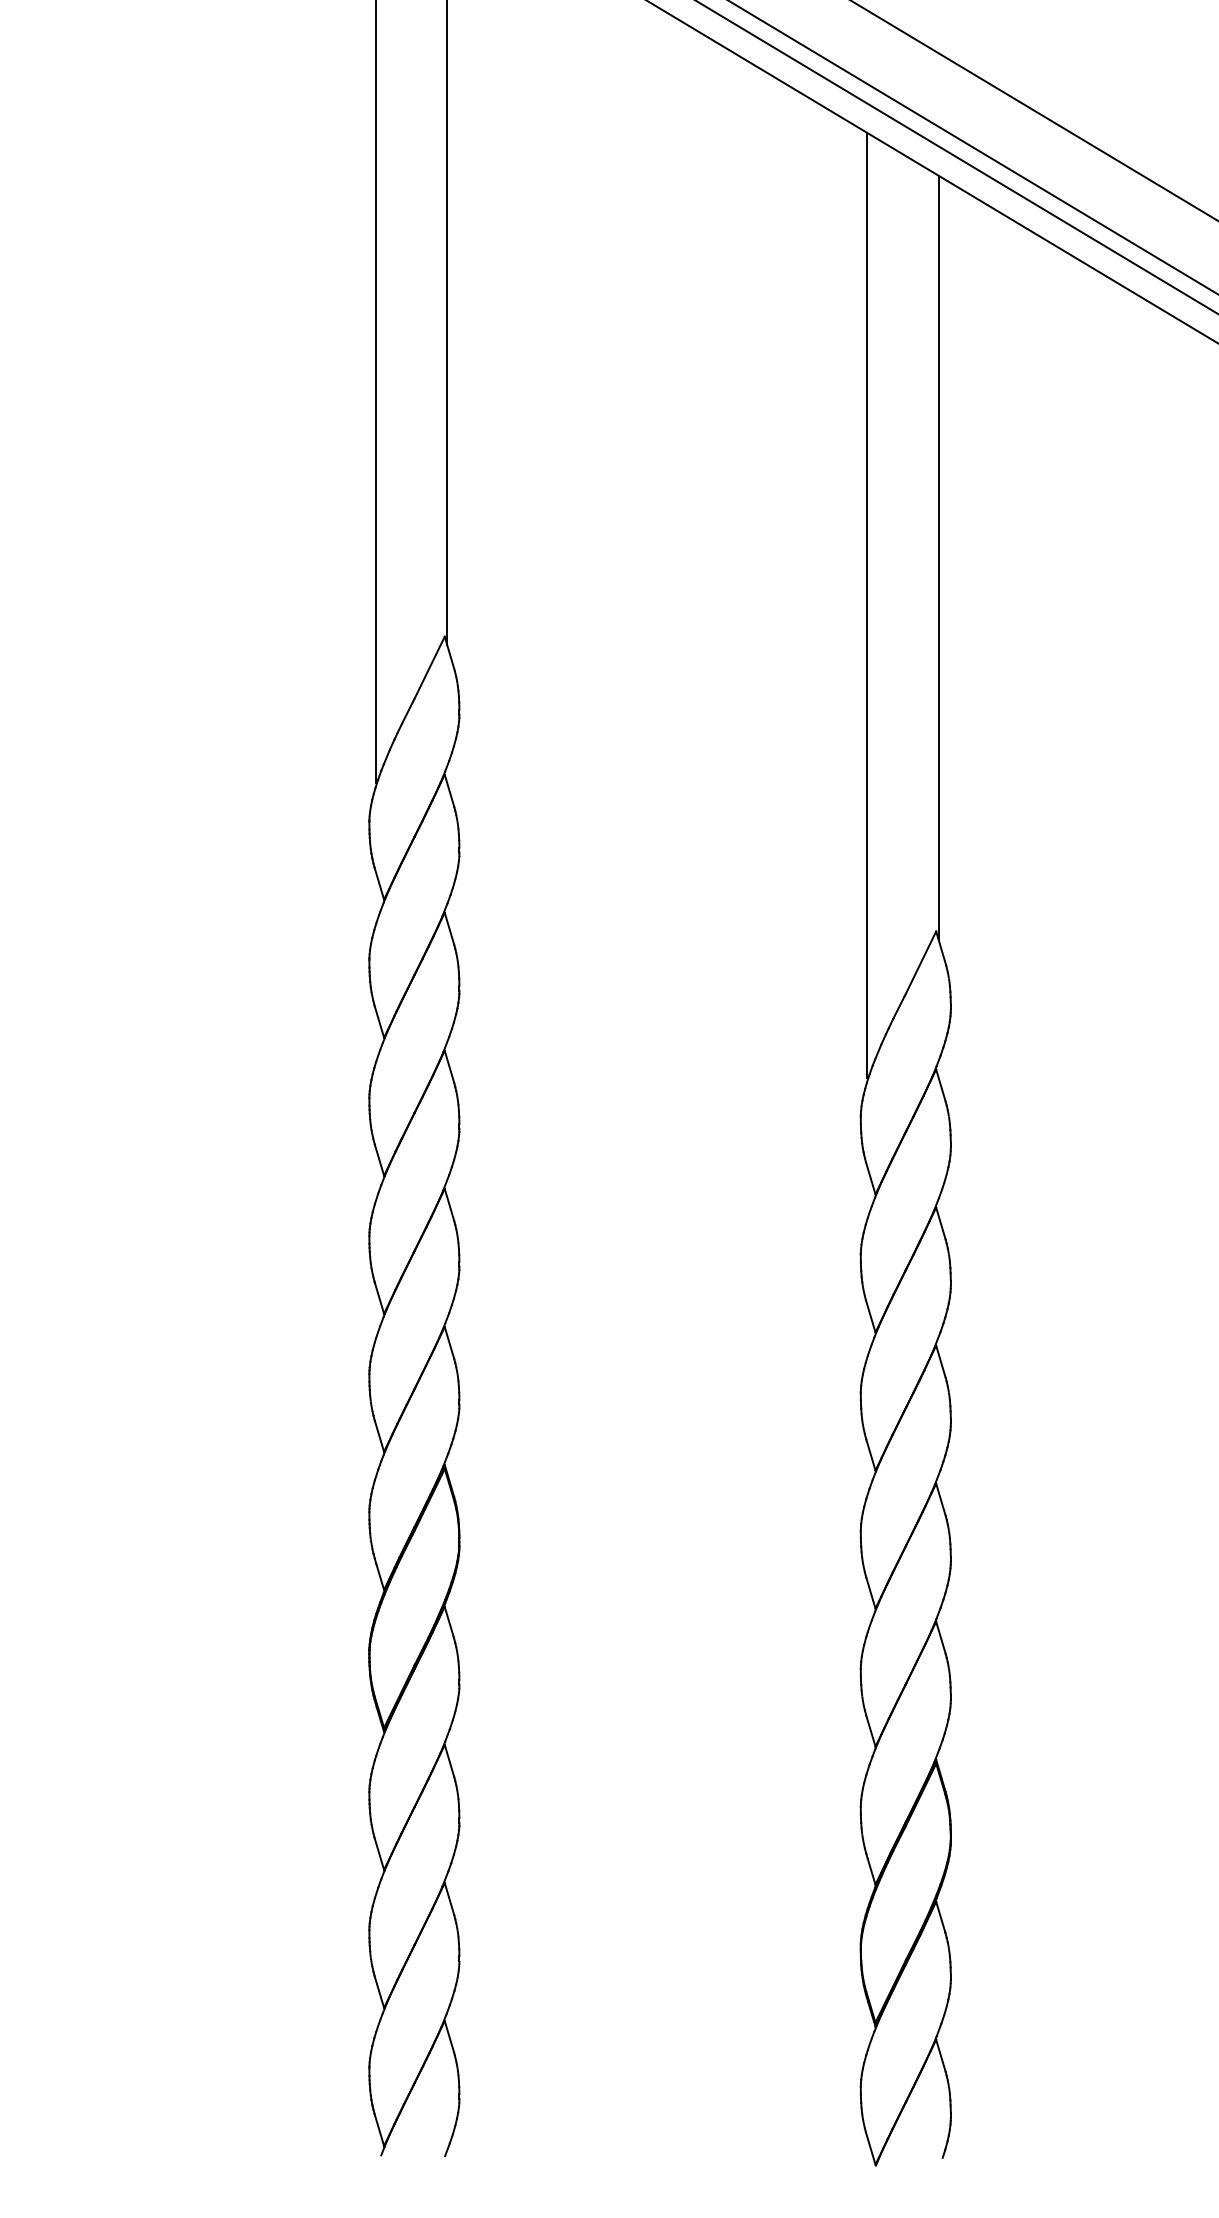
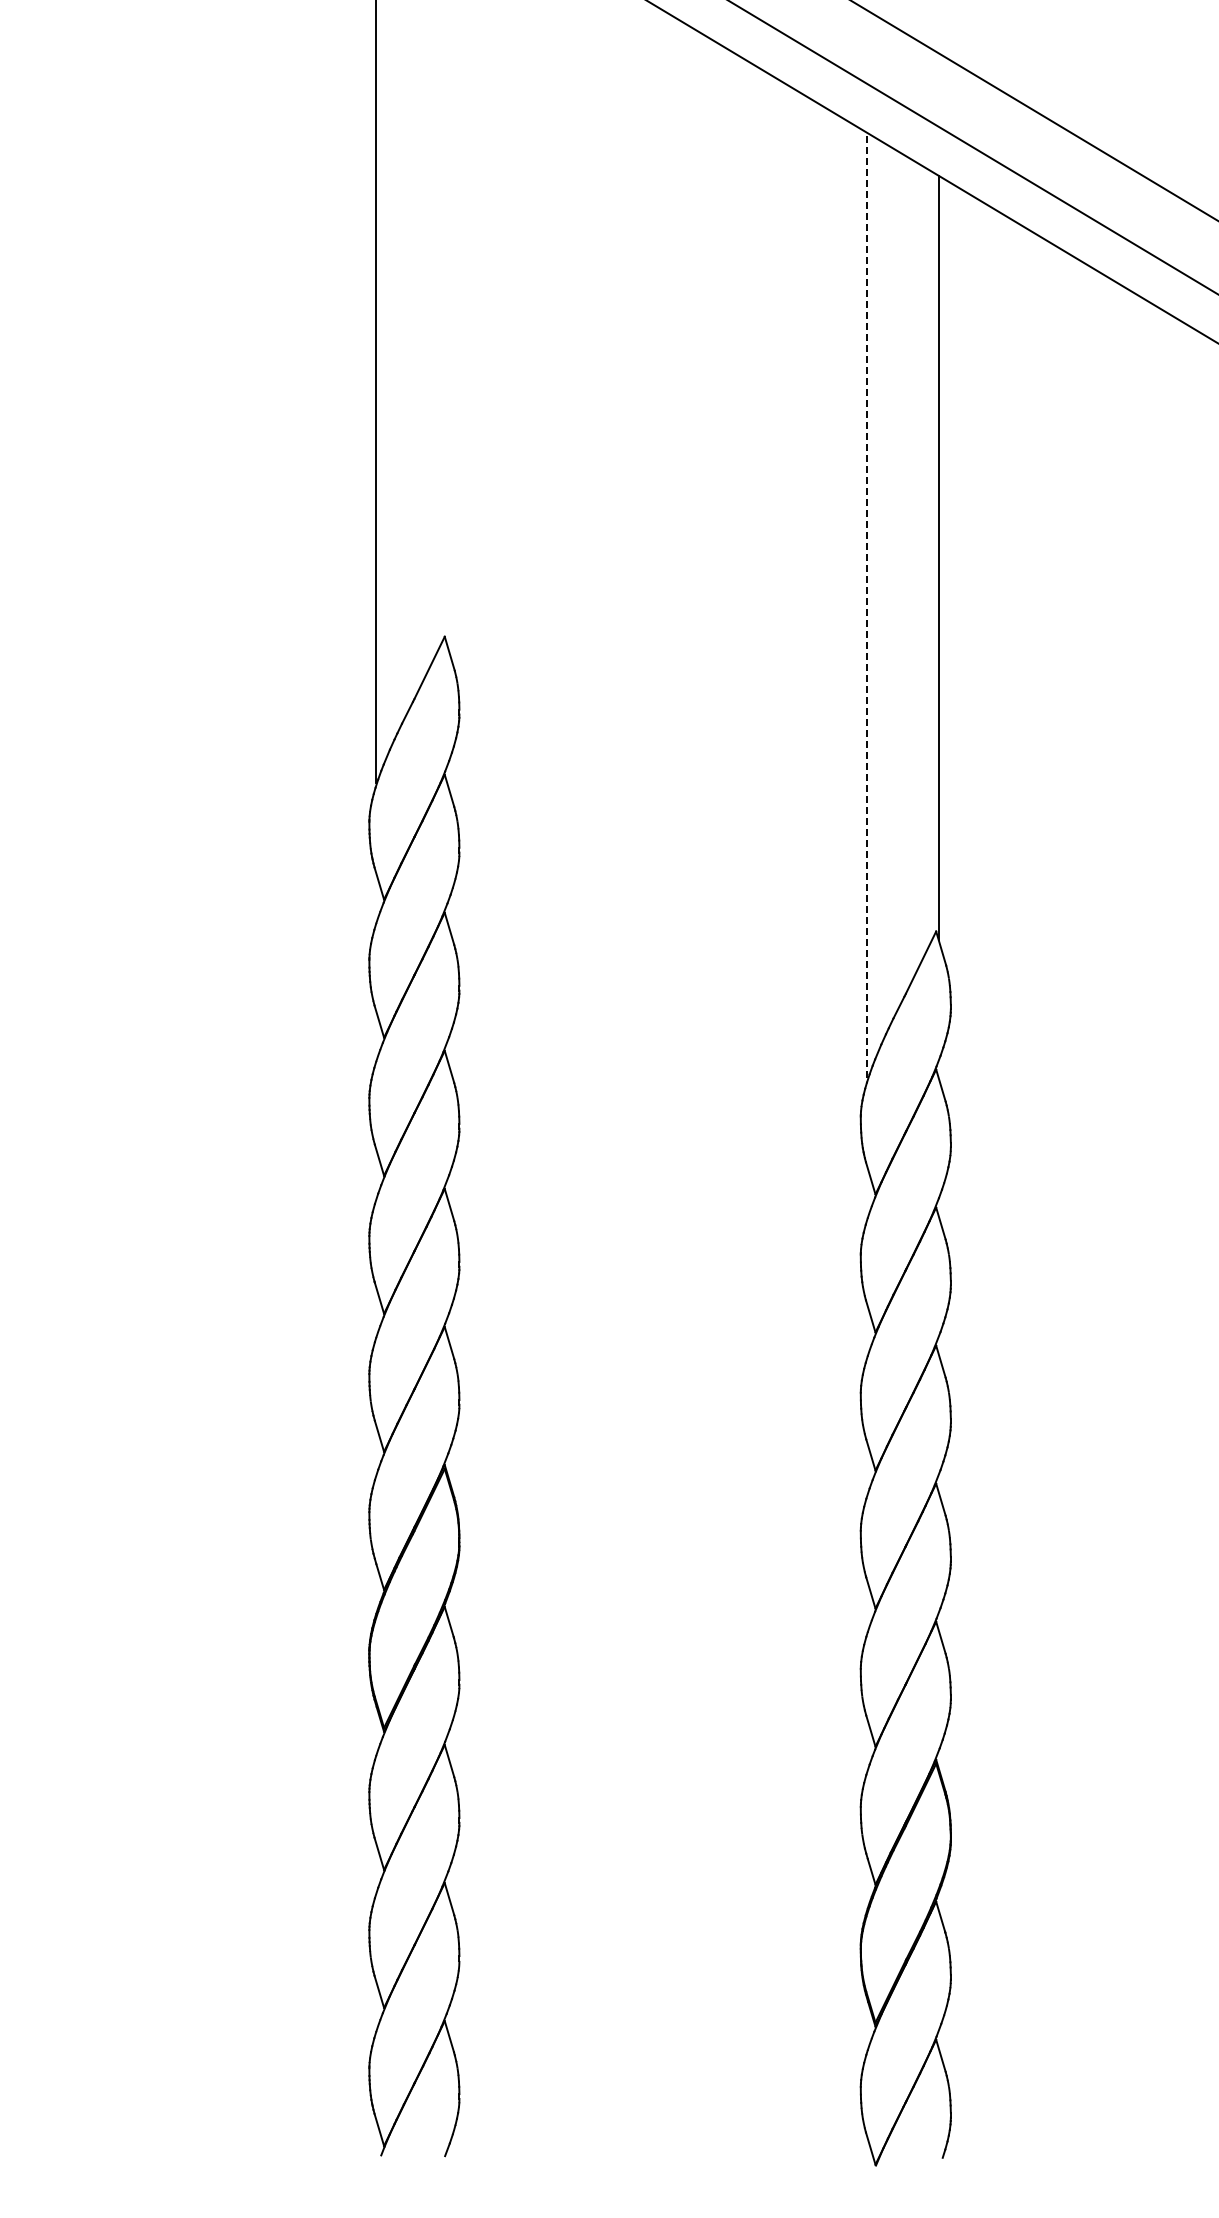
line at (956, 157): present -> none
line at (447, 323): present -> none
line at (867, 605): solid -> dashed
